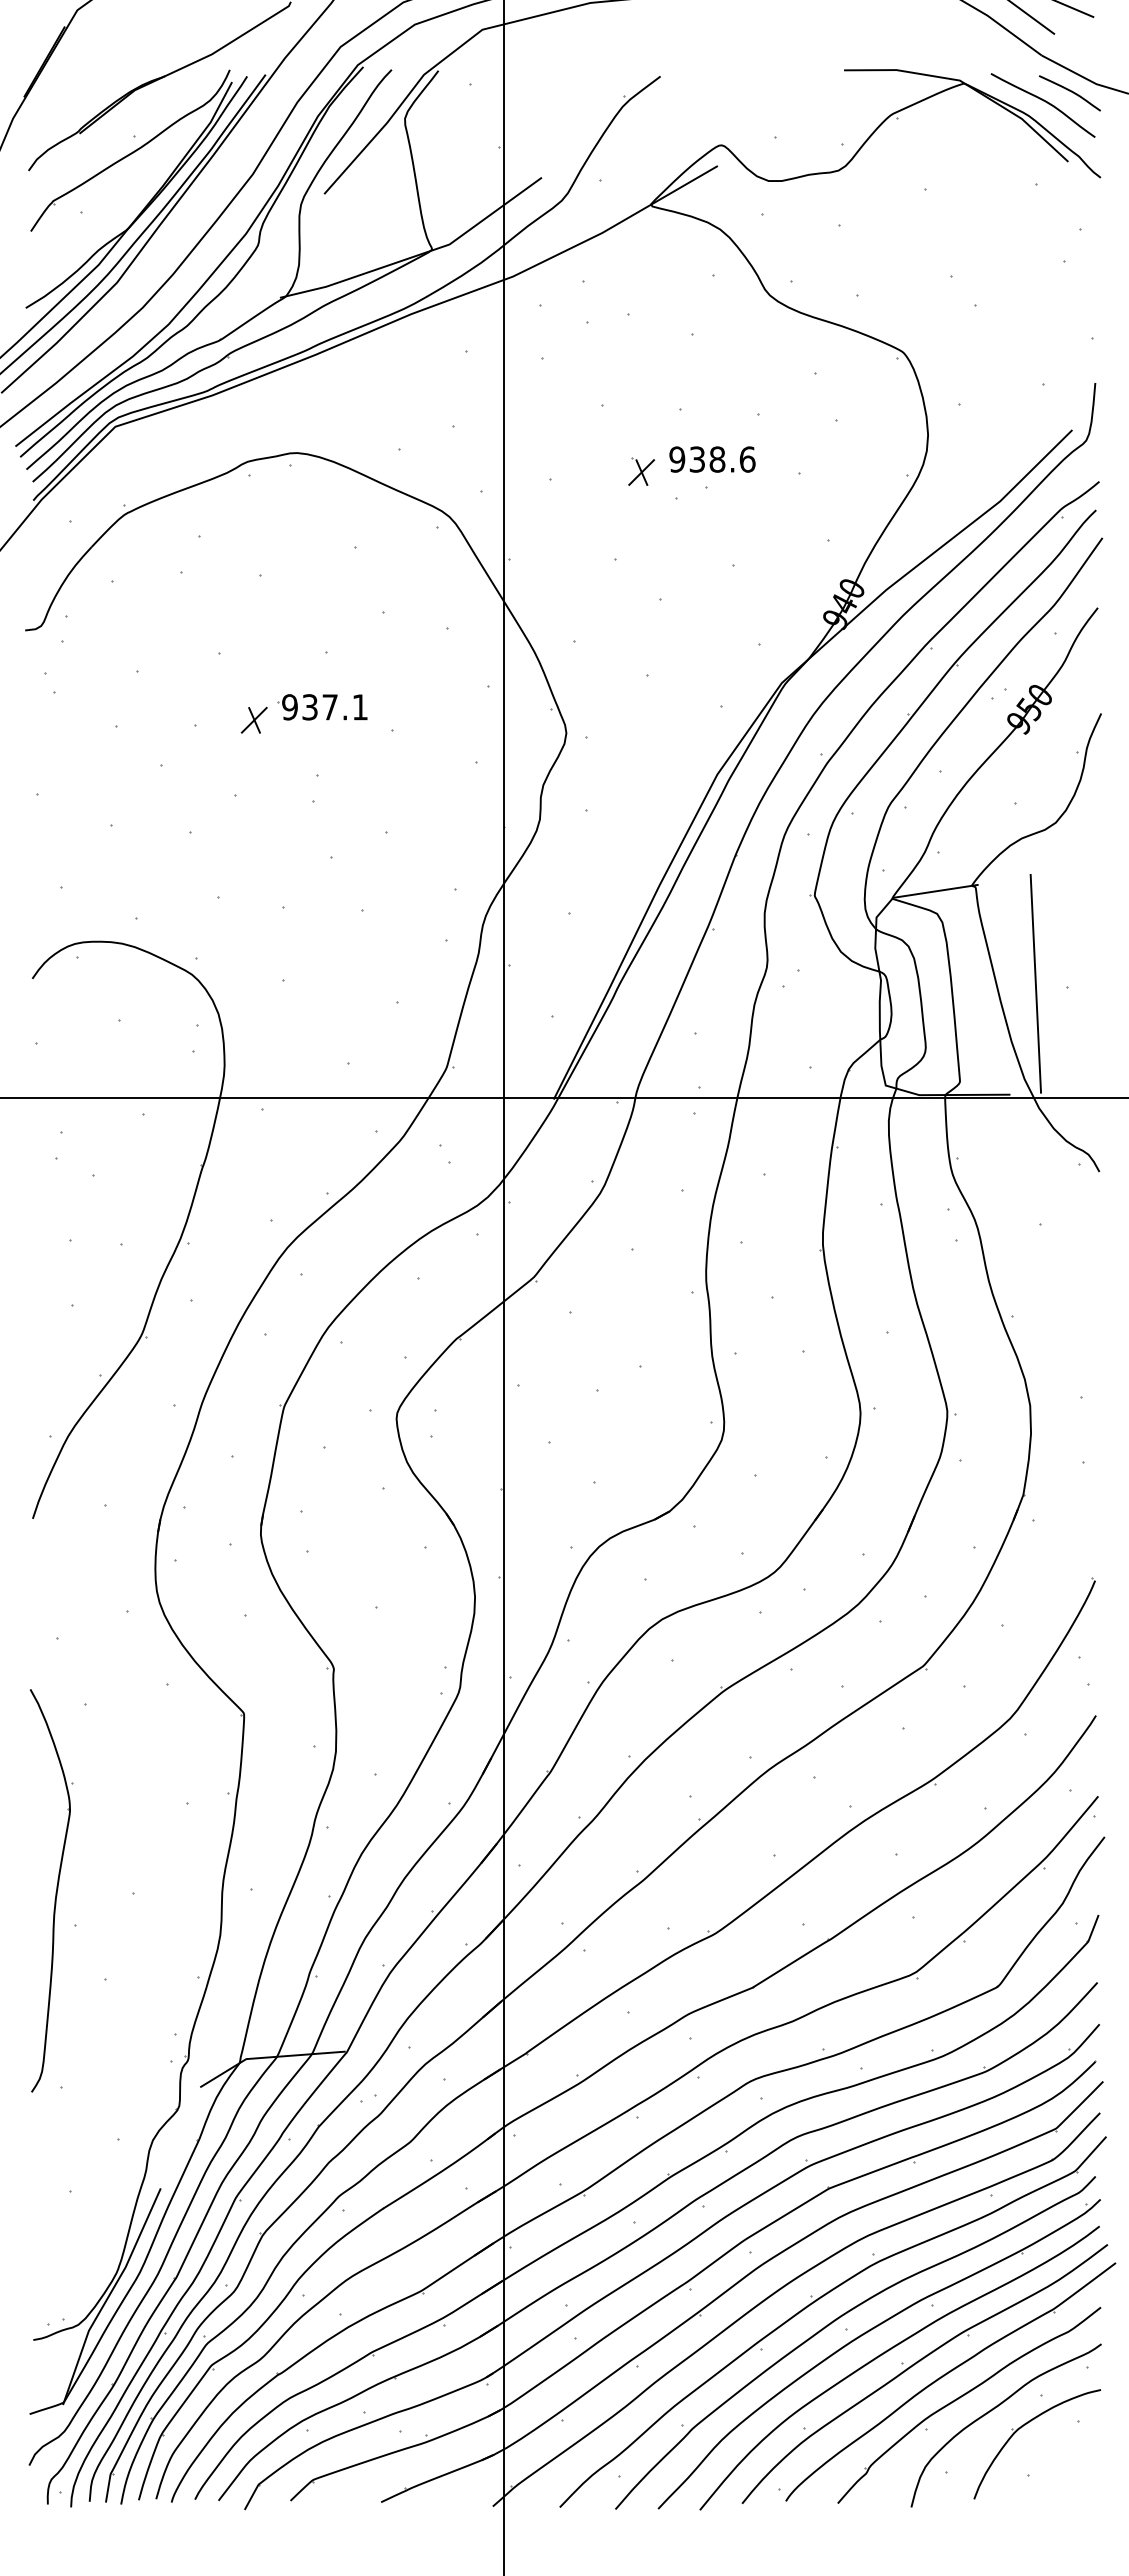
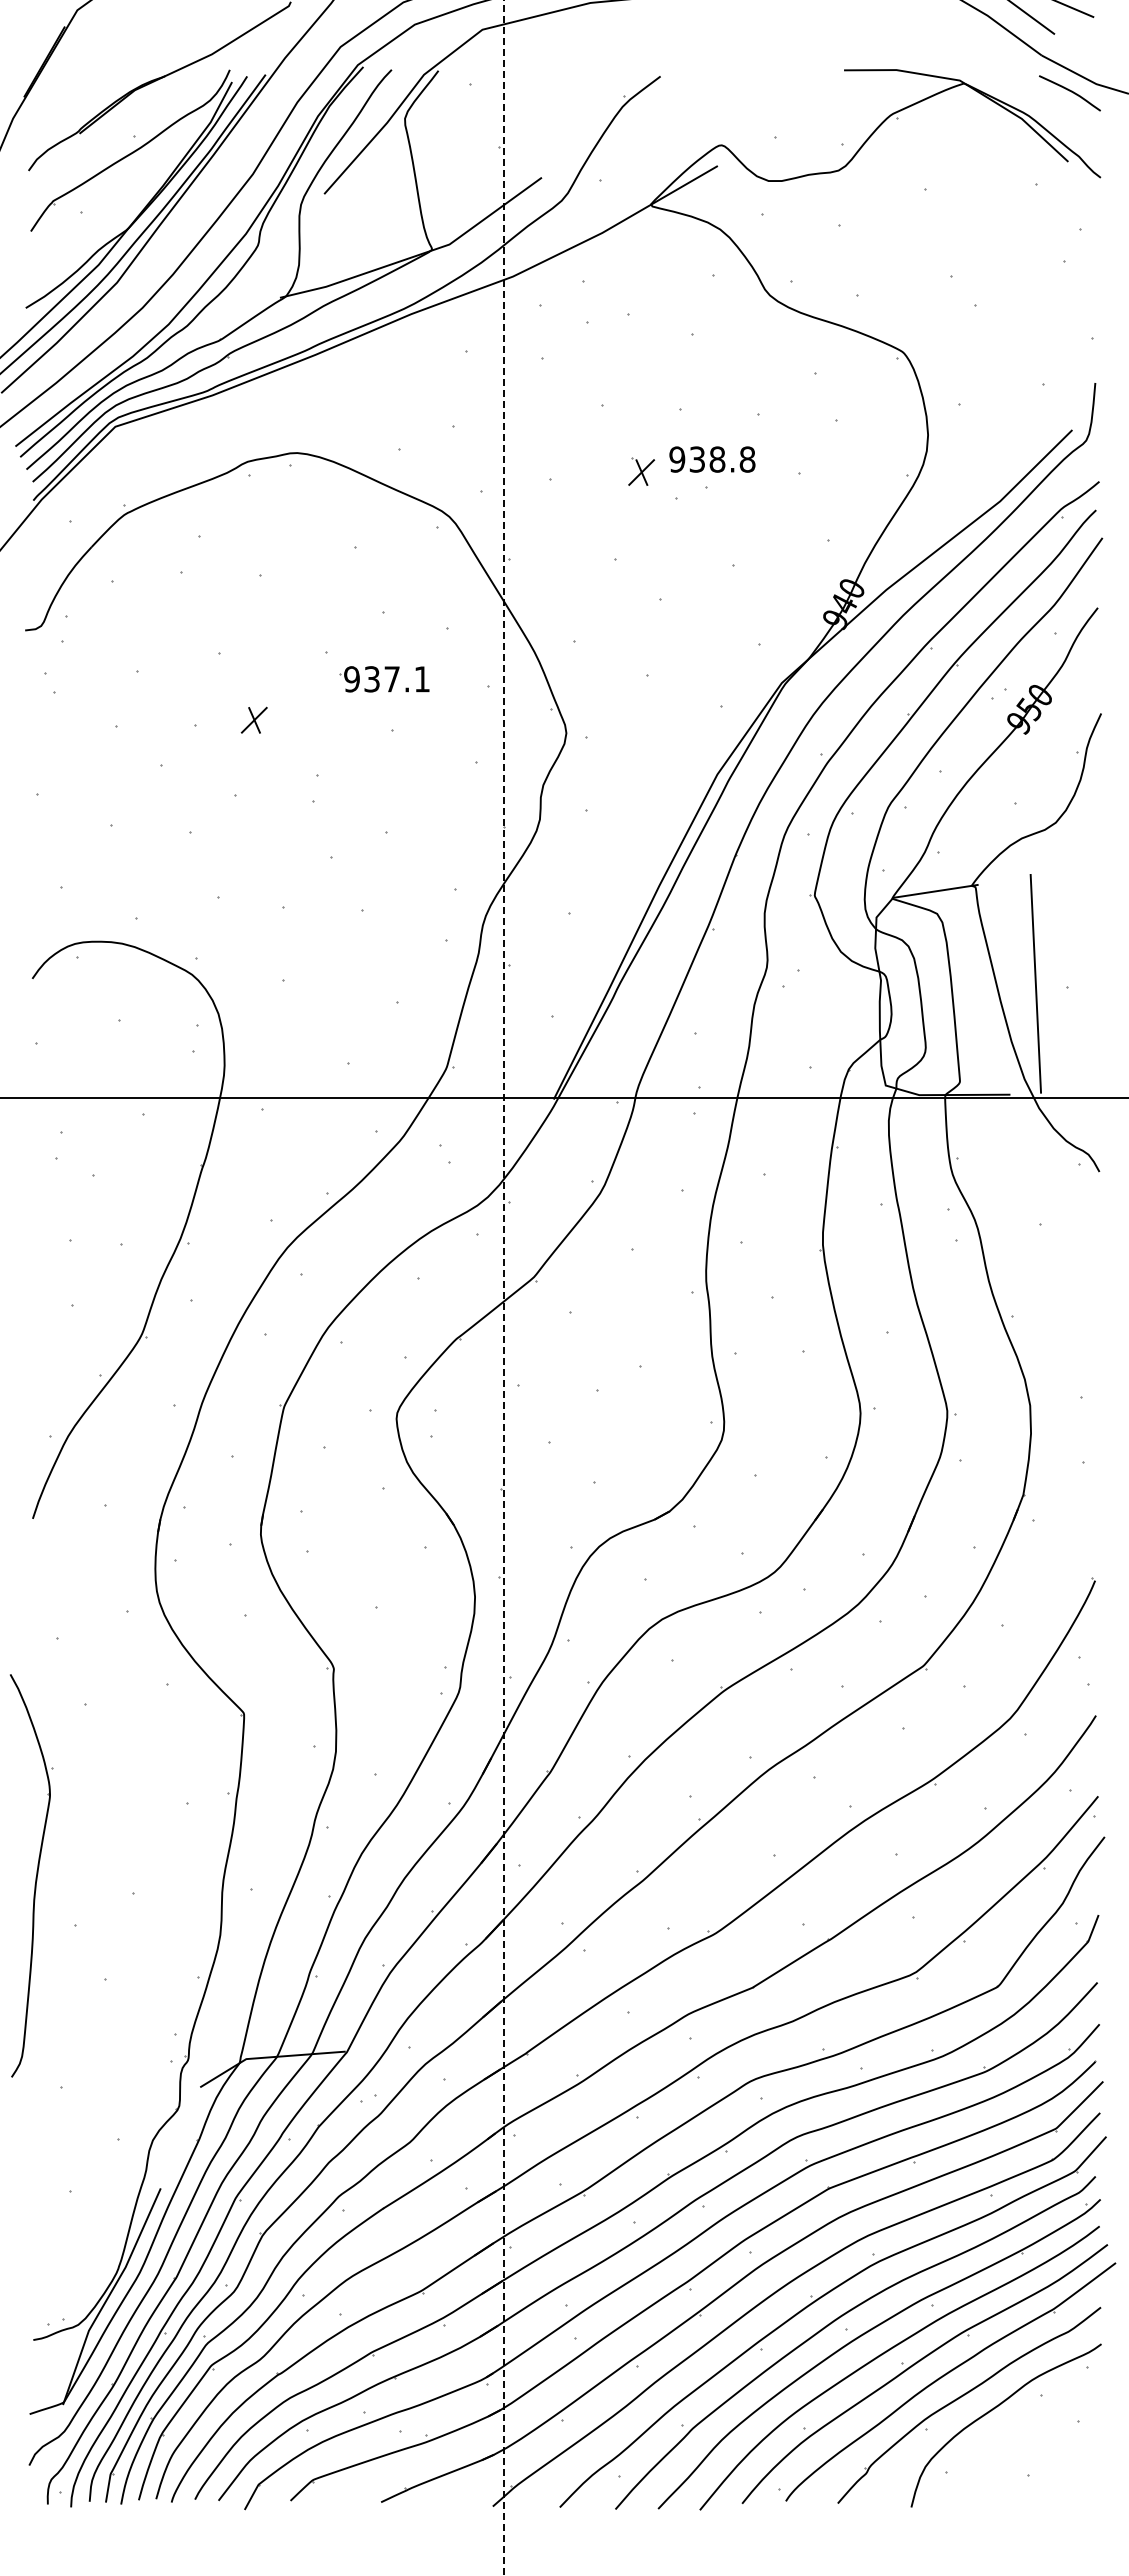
curve at (1043, 101): present -> none
text at (747, 459): 938.6 -> 938.8
part at (322, 707) position: (322, 707) -> (384, 679)
line at (503, 1288): solid -> dashed
part at (51, 1890) position: (51, 1890) -> (31, 1875)
part at (1025, 2425): present -> none
